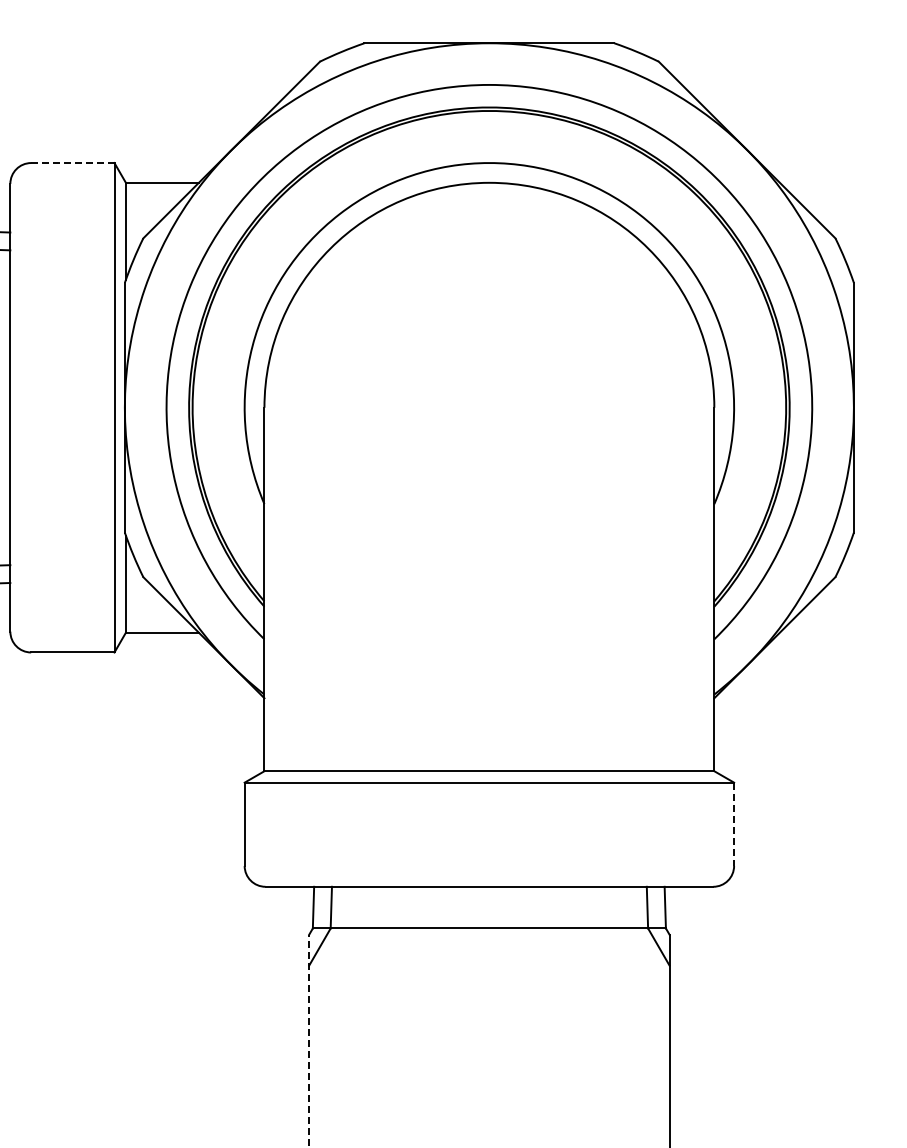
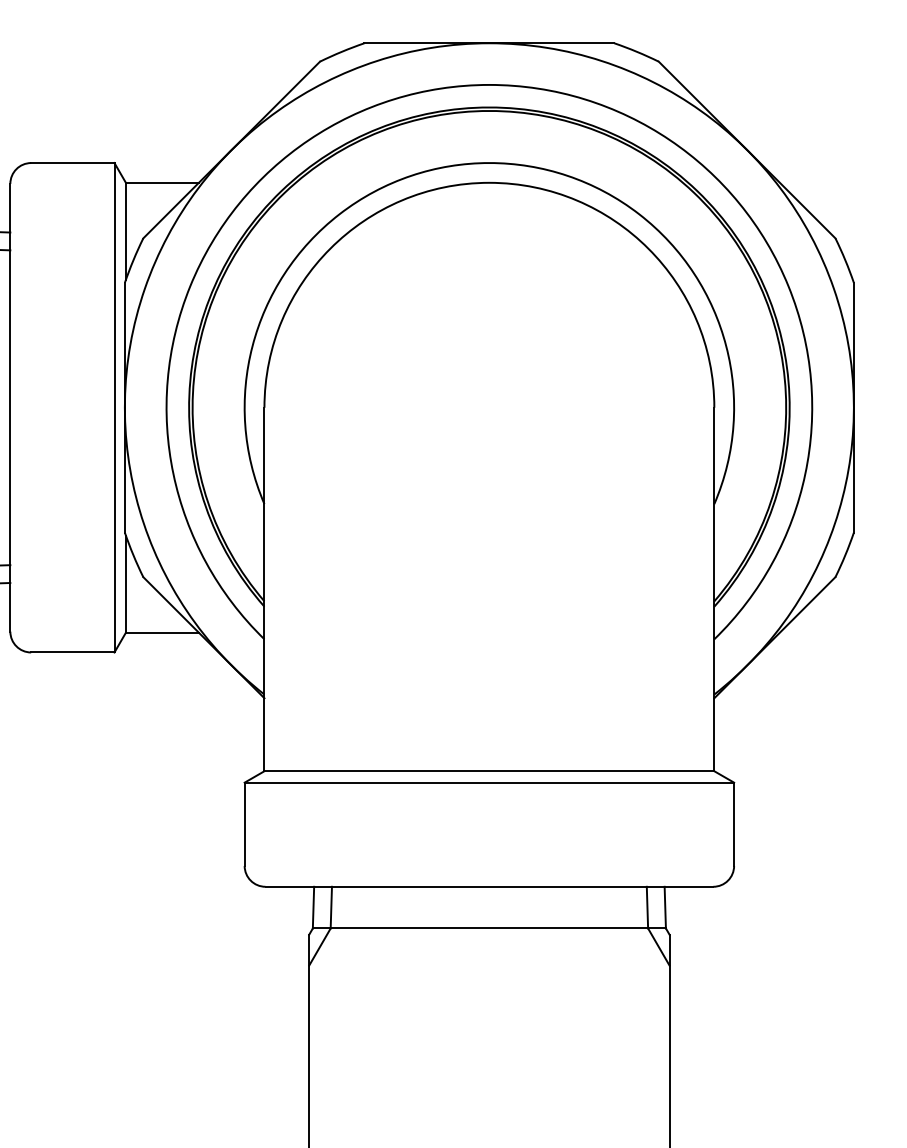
line at (72, 163): dashed -> solid
line at (734, 824): dashed -> solid
line at (309, 1040): dashed -> solid
